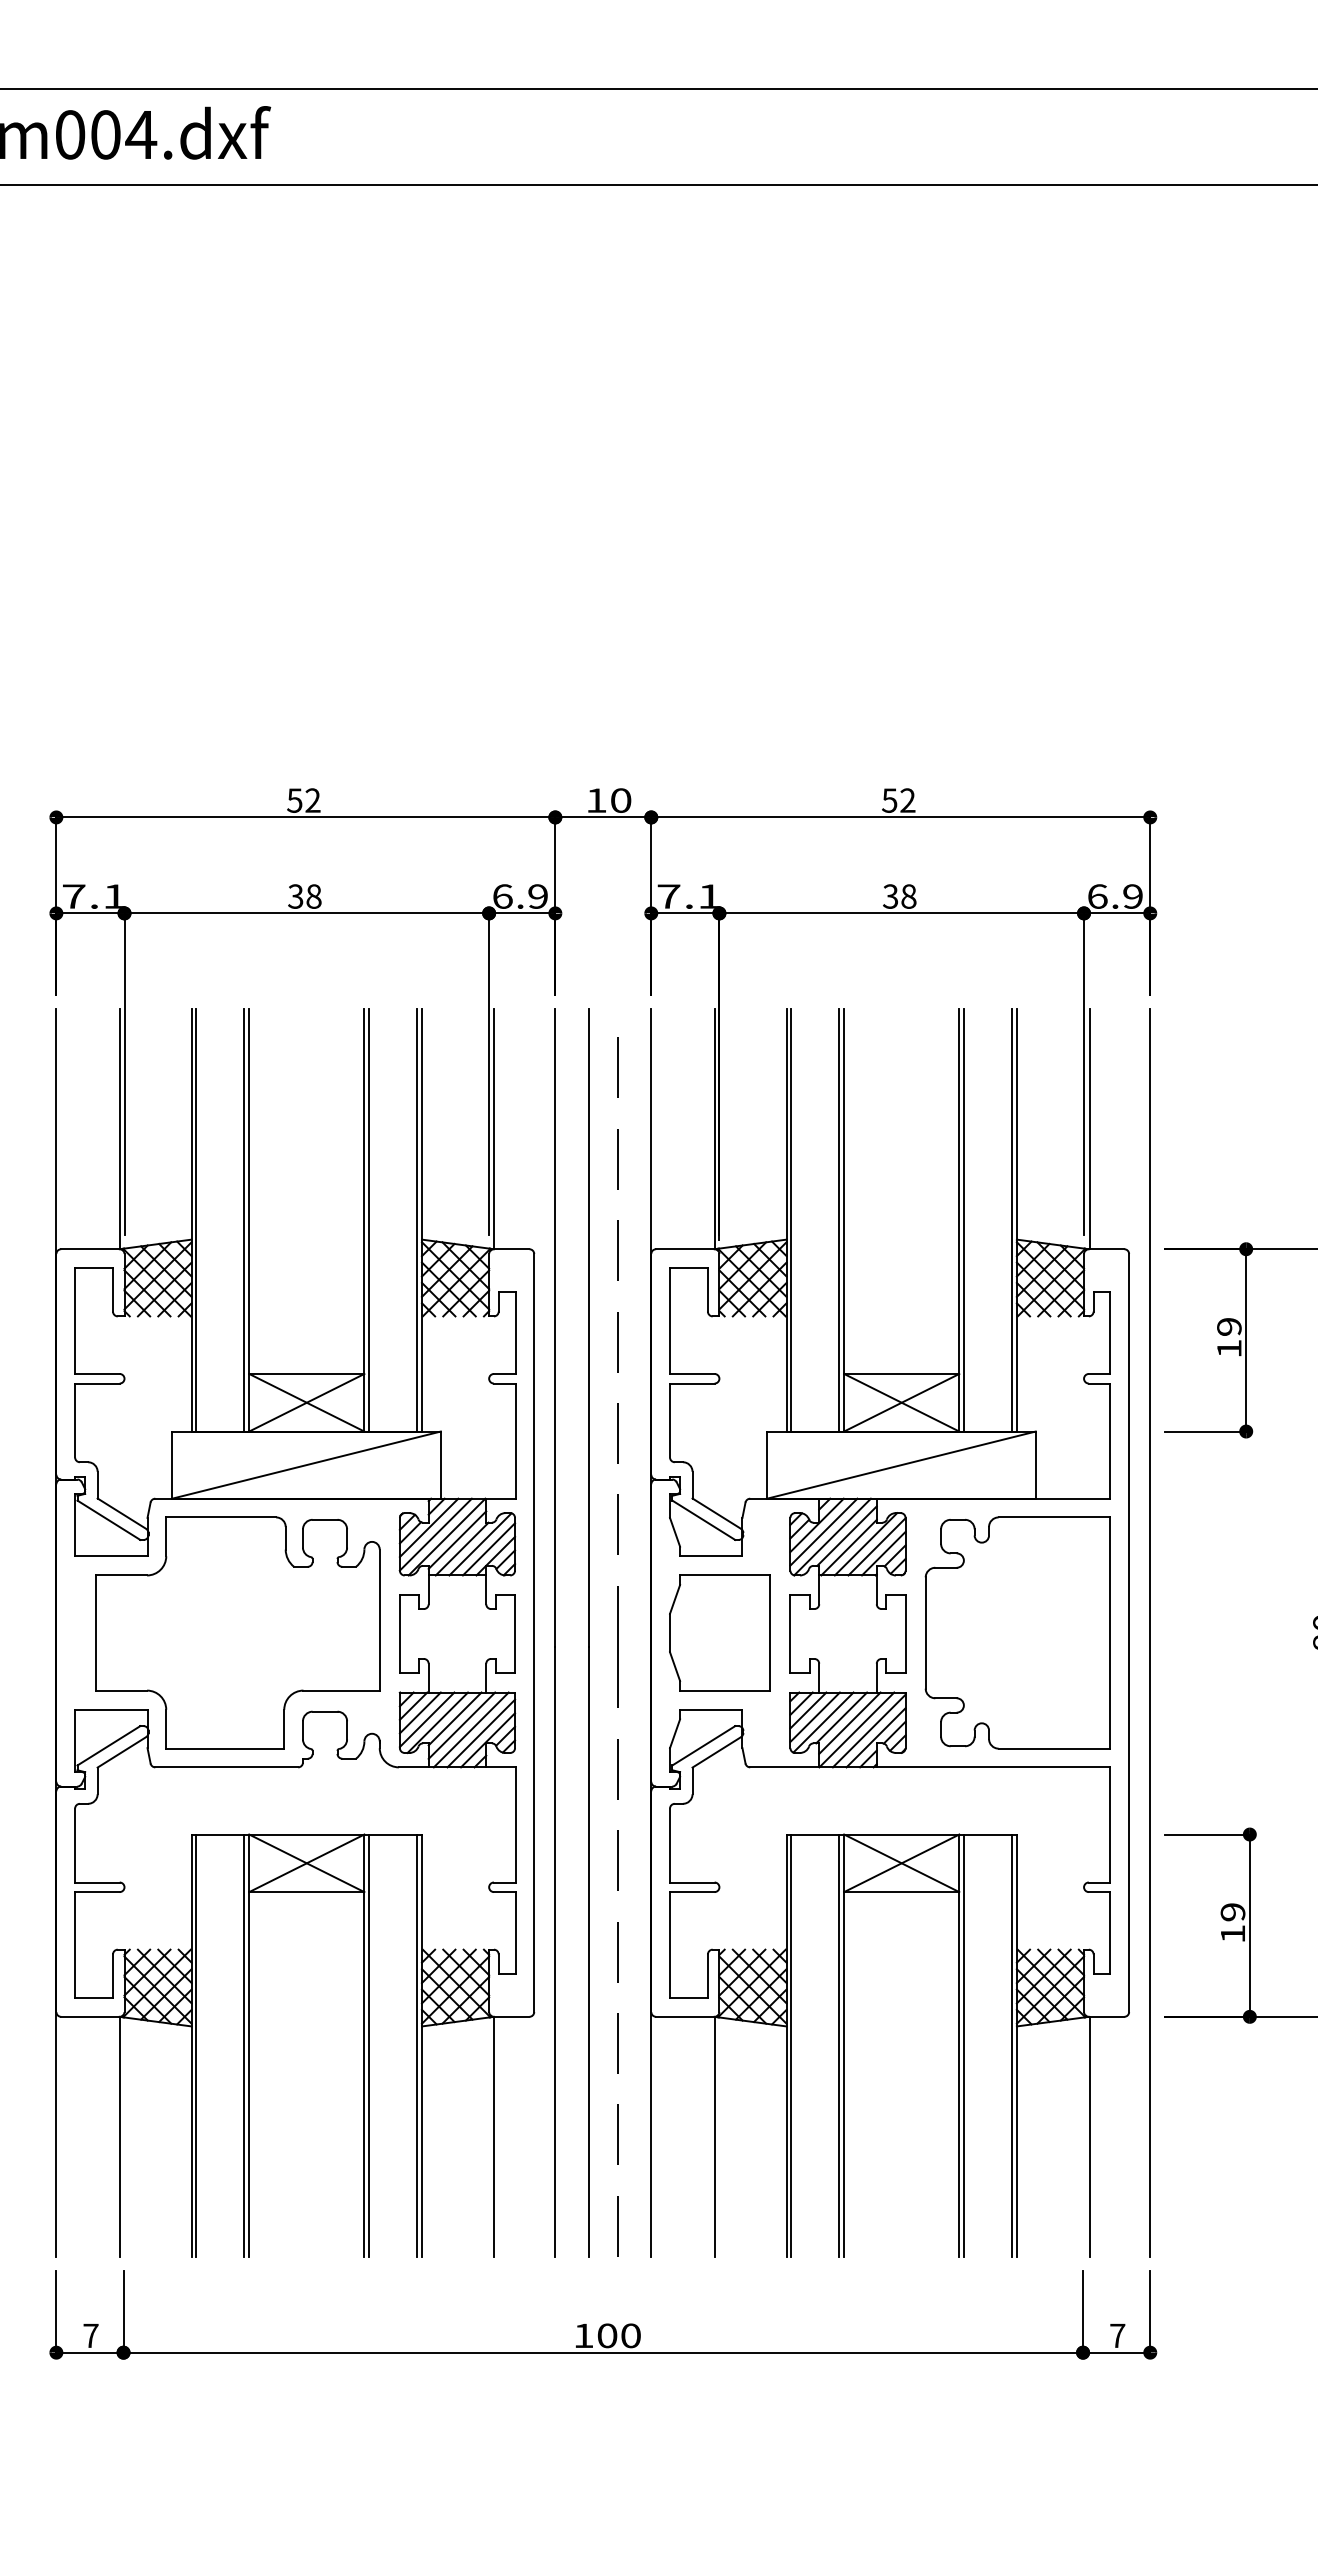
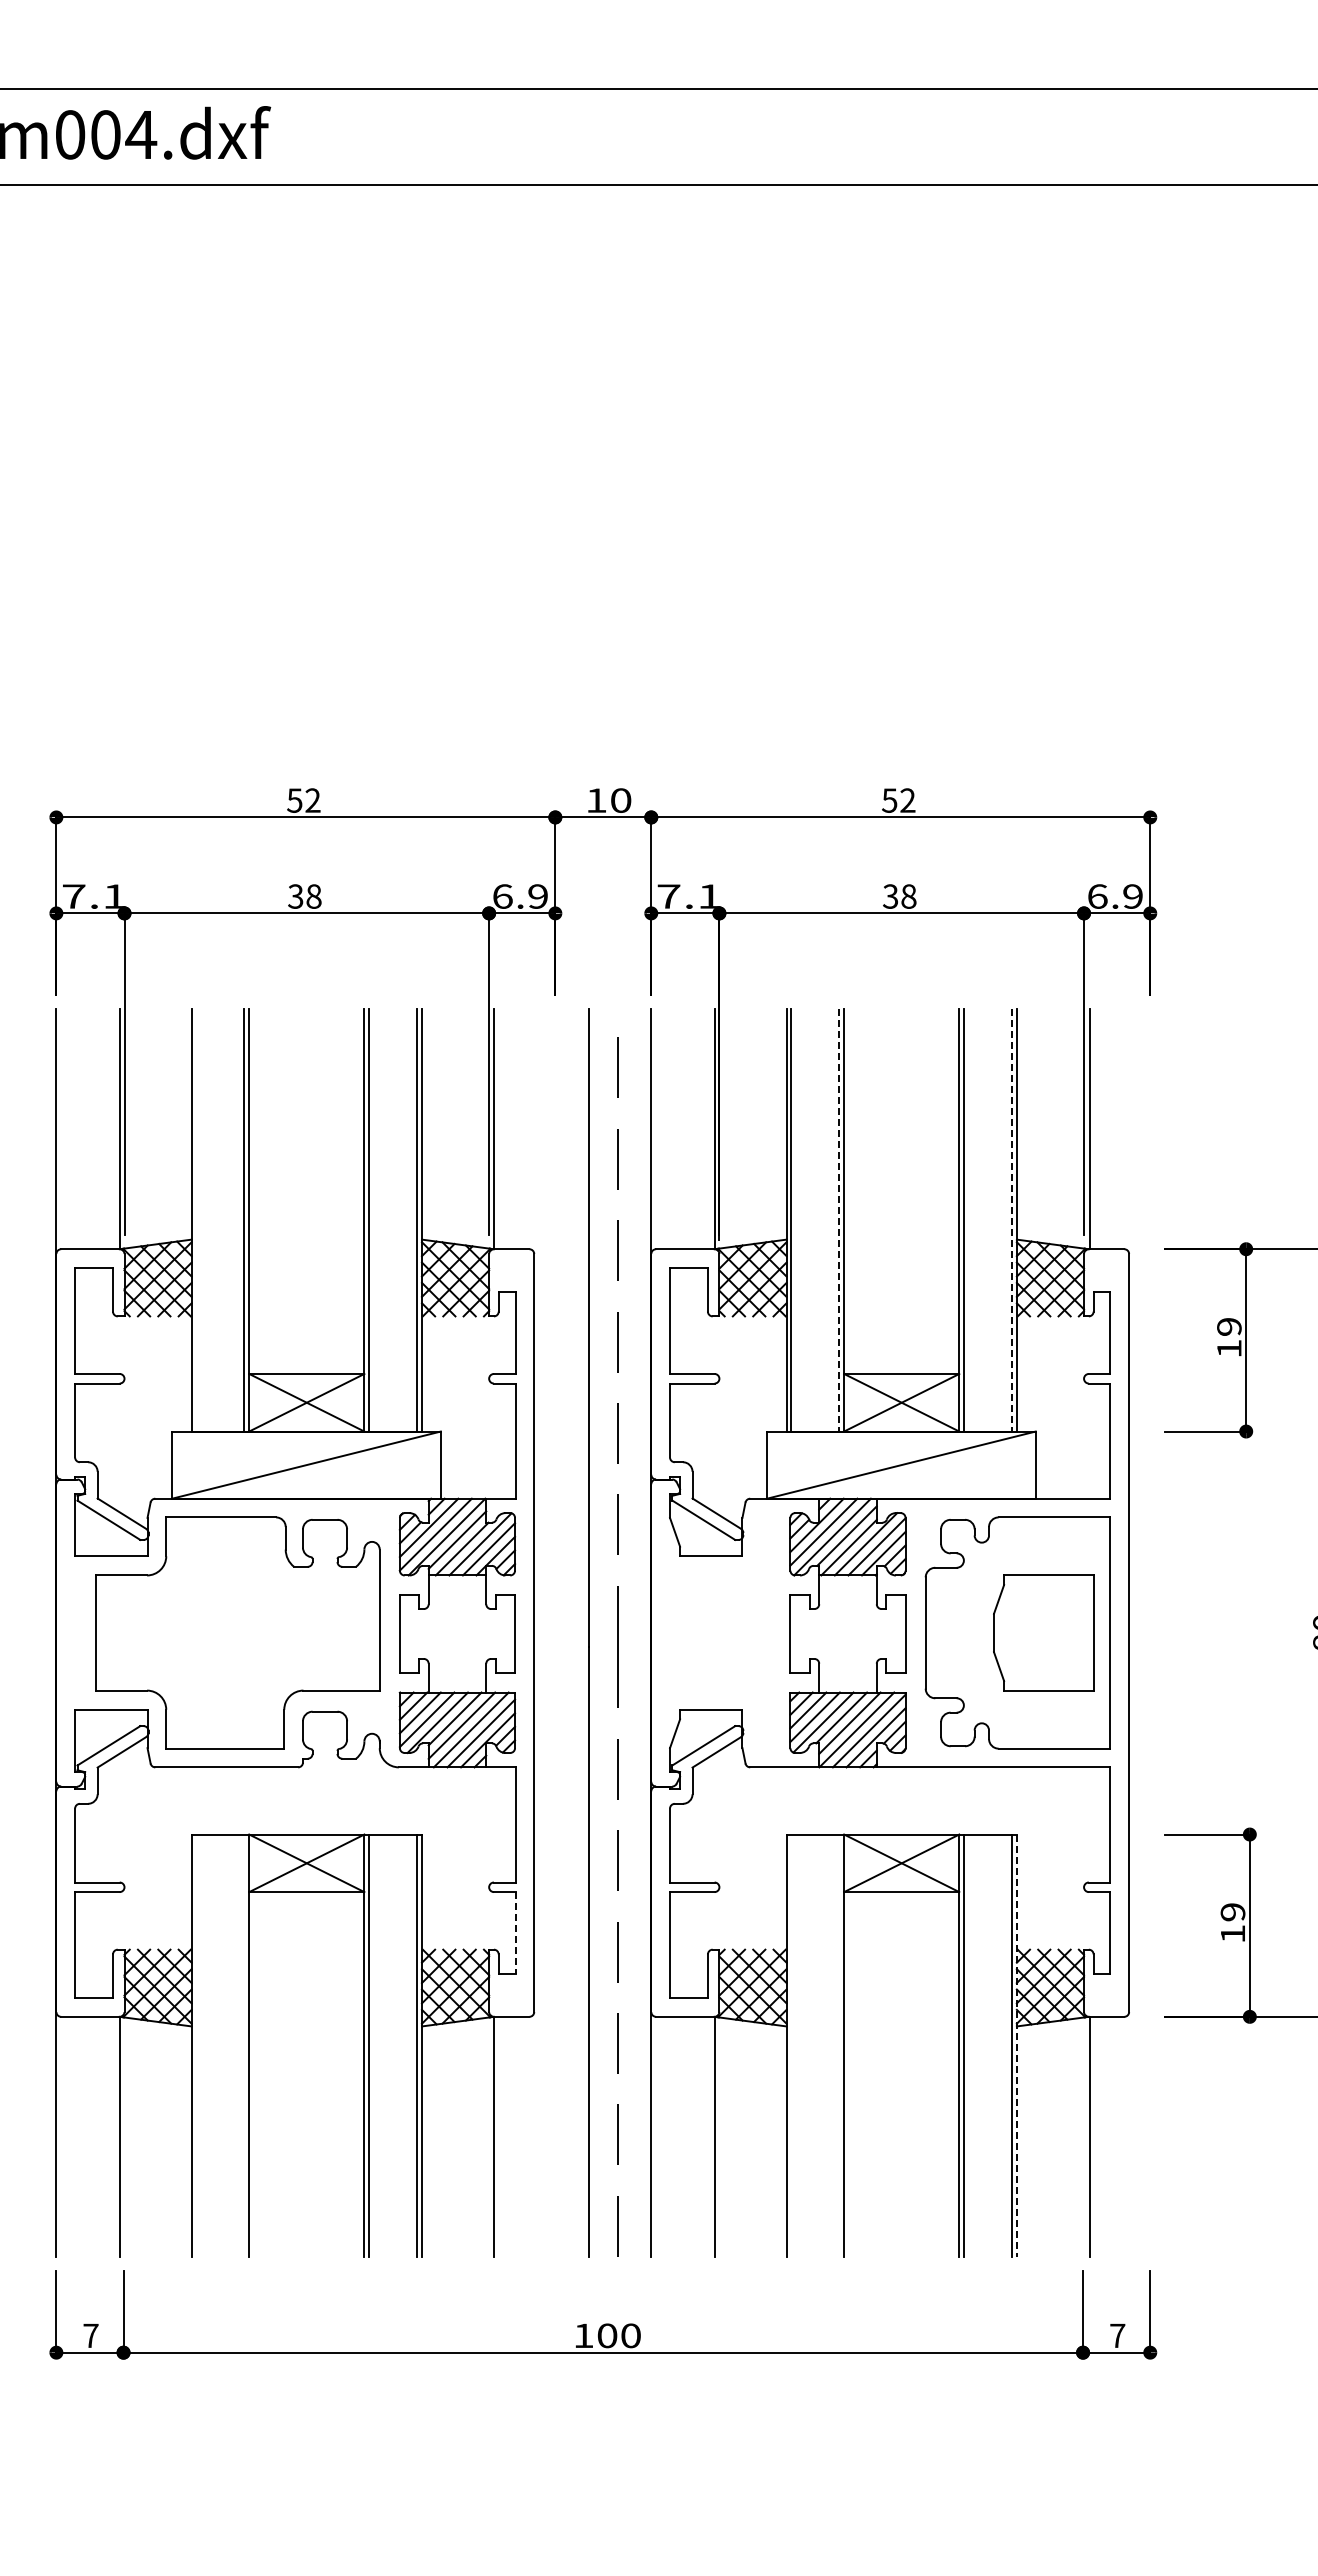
line at (196, 1220): present -> none
line at (839, 1220): solid -> dashed
line at (1012, 1220): solid -> dashed
line at (554, 1632): present -> none
part at (719, 1632) position: (719, 1632) -> (1043, 1632)
line at (1150, 1632): present -> none
line at (515, 1932): solid -> dashed
line at (196, 2045): present -> none
line at (244, 2045): present -> none
line at (791, 2045): present -> none
line at (839, 2045): present -> none
line at (1016, 2046): solid -> dashed
